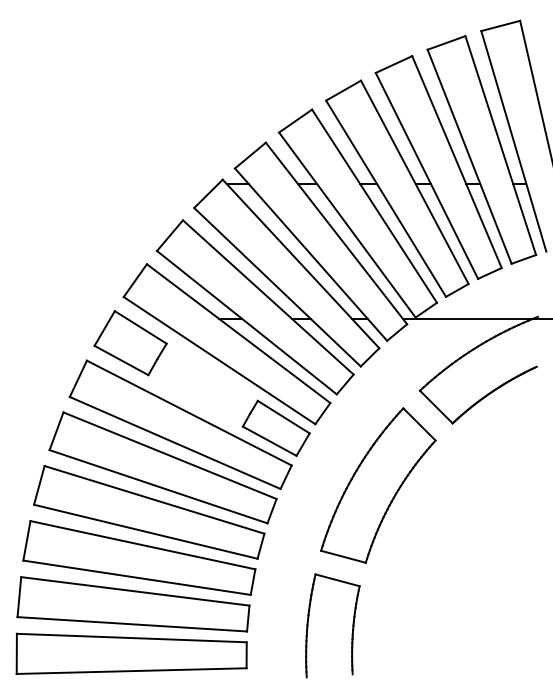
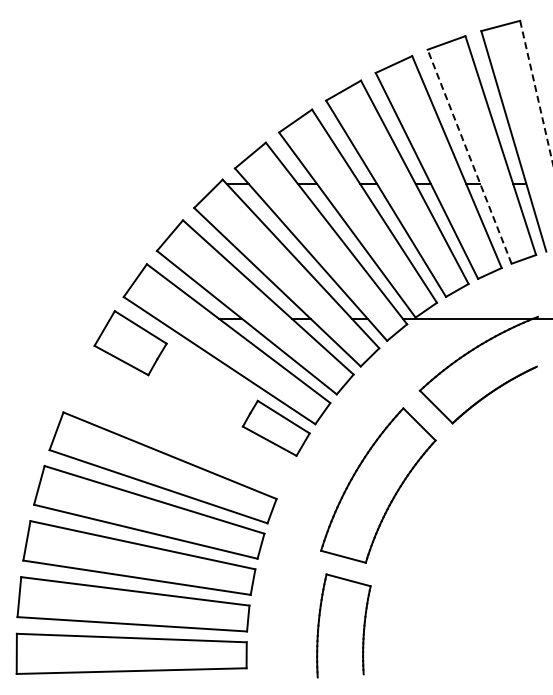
line at (536, 92): solid -> dashed
line at (469, 156): solid -> dashed
part at (180, 424): present -> none
part at (352, 625) position: (352, 625) -> (363, 625)
